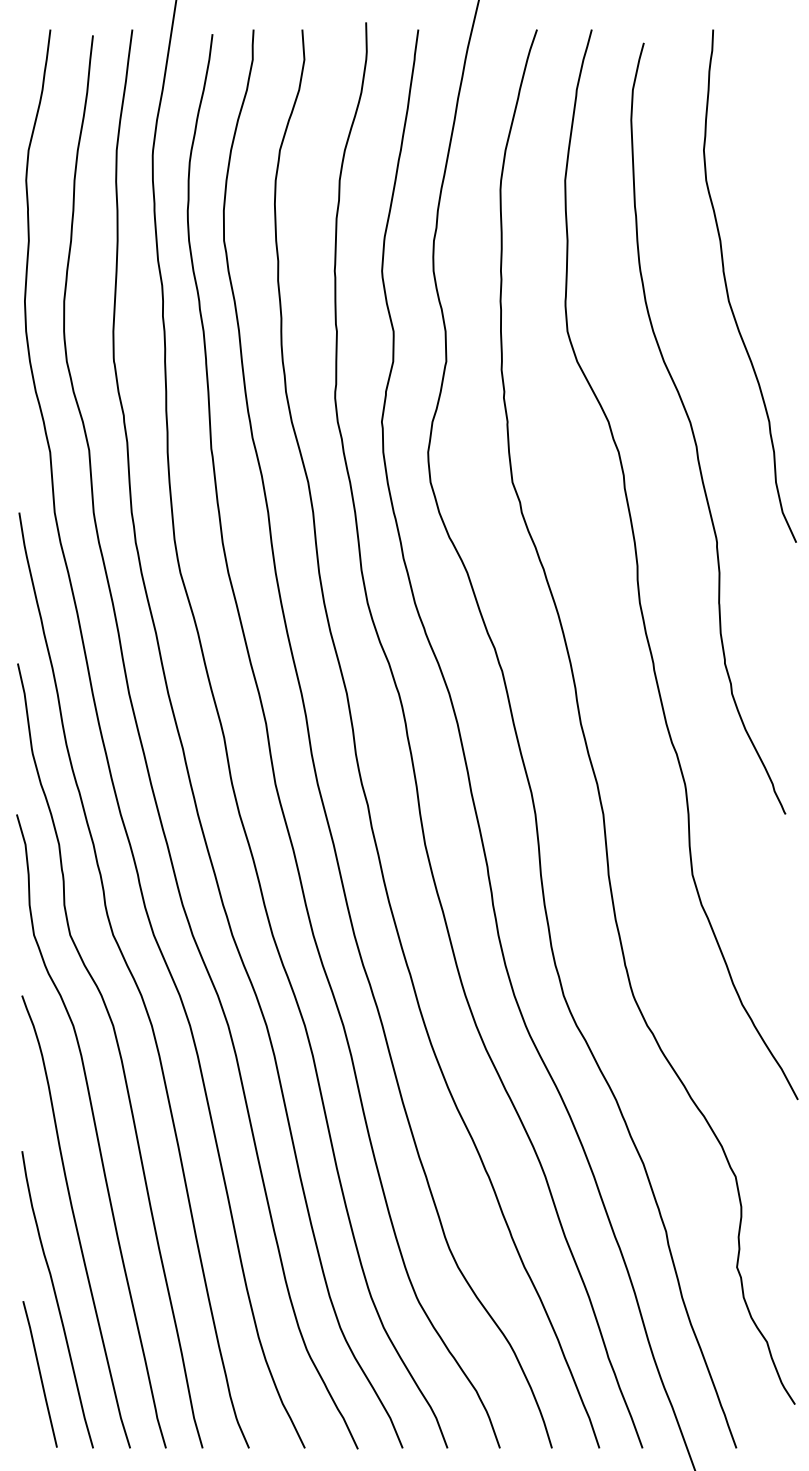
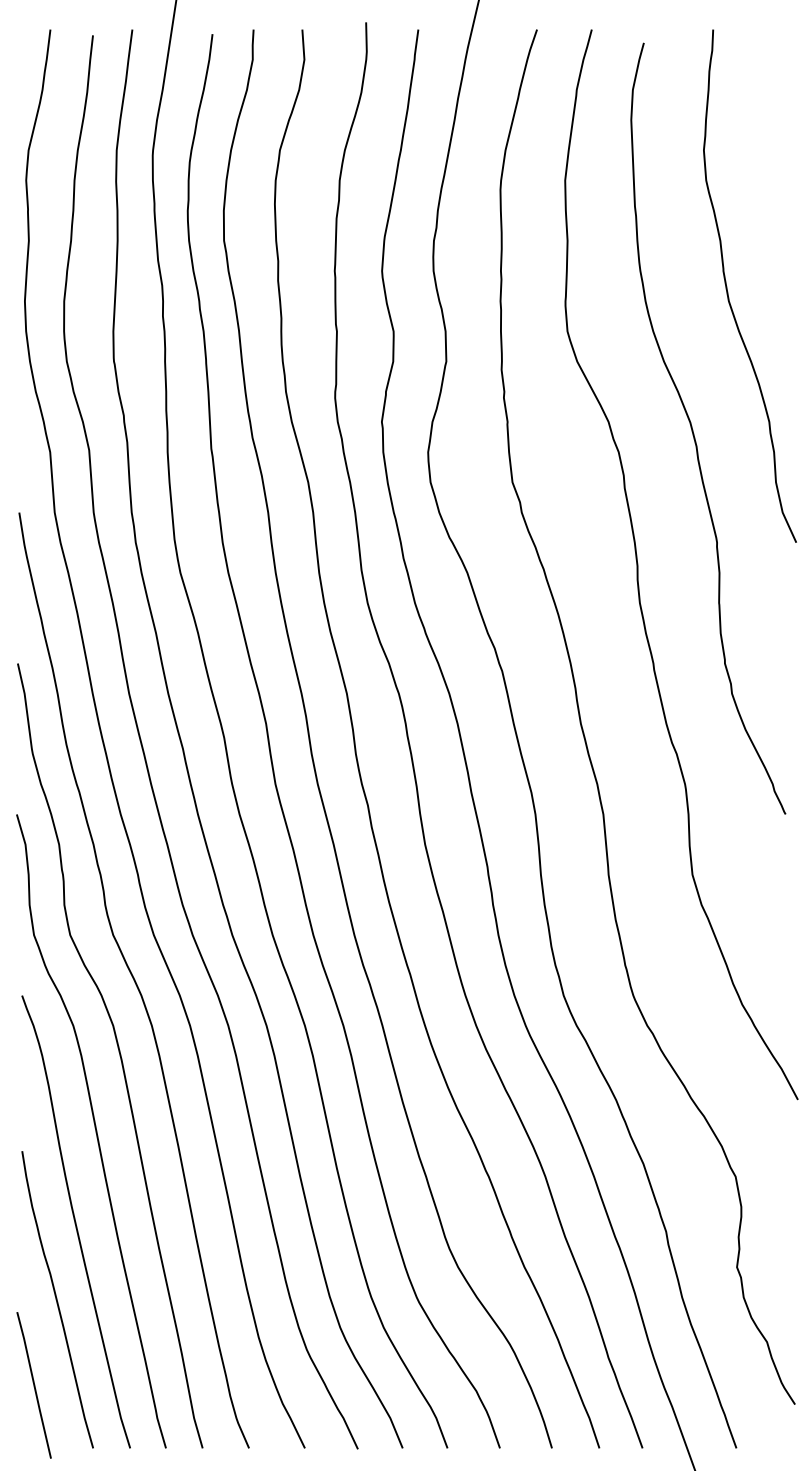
line at (39, 1374) position: (39, 1374) -> (33, 1385)
